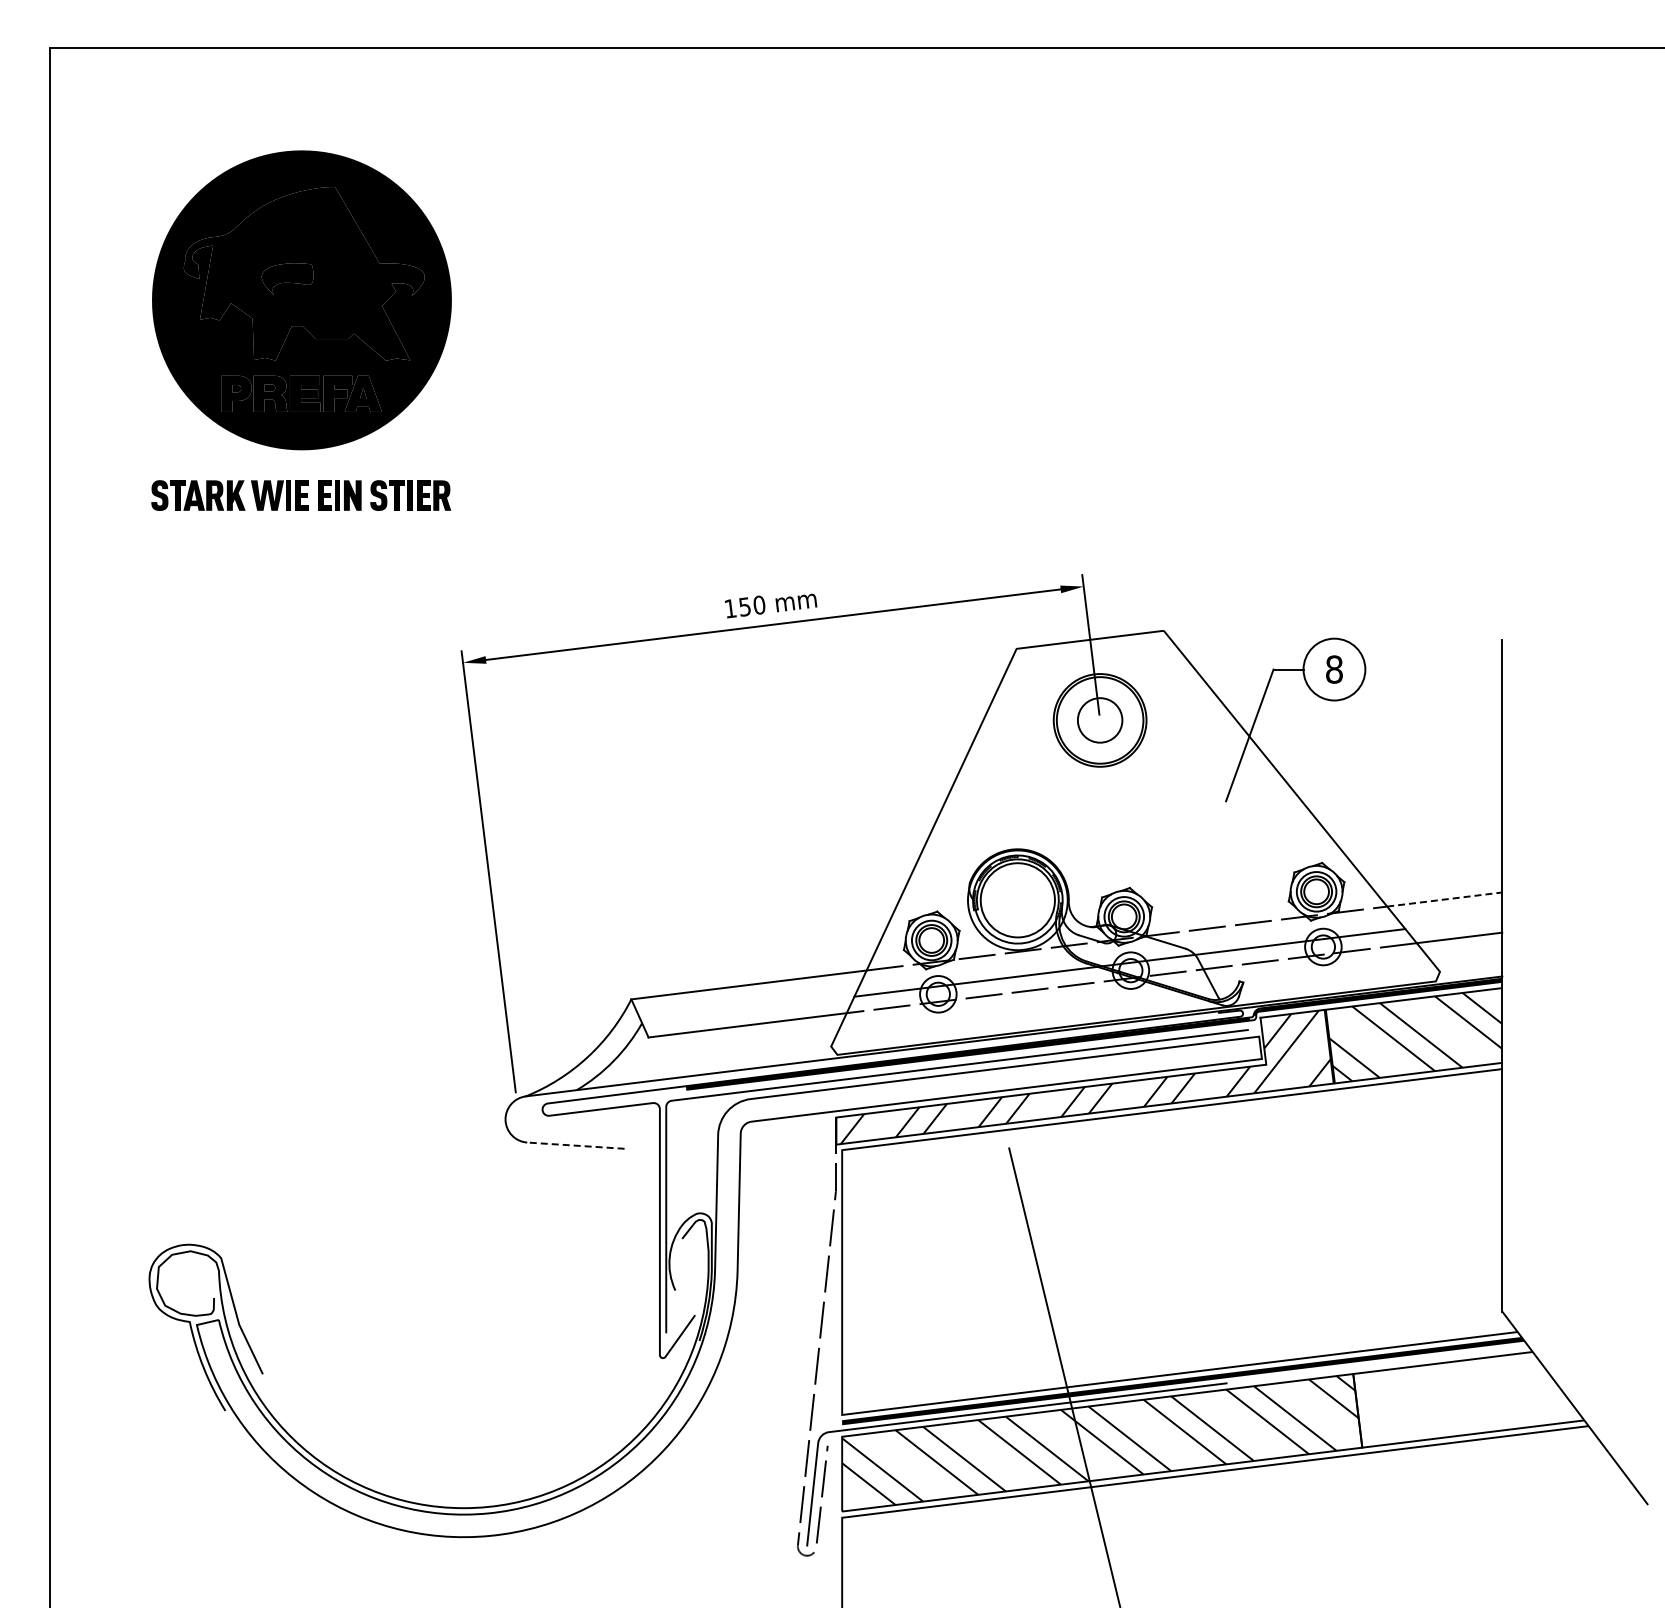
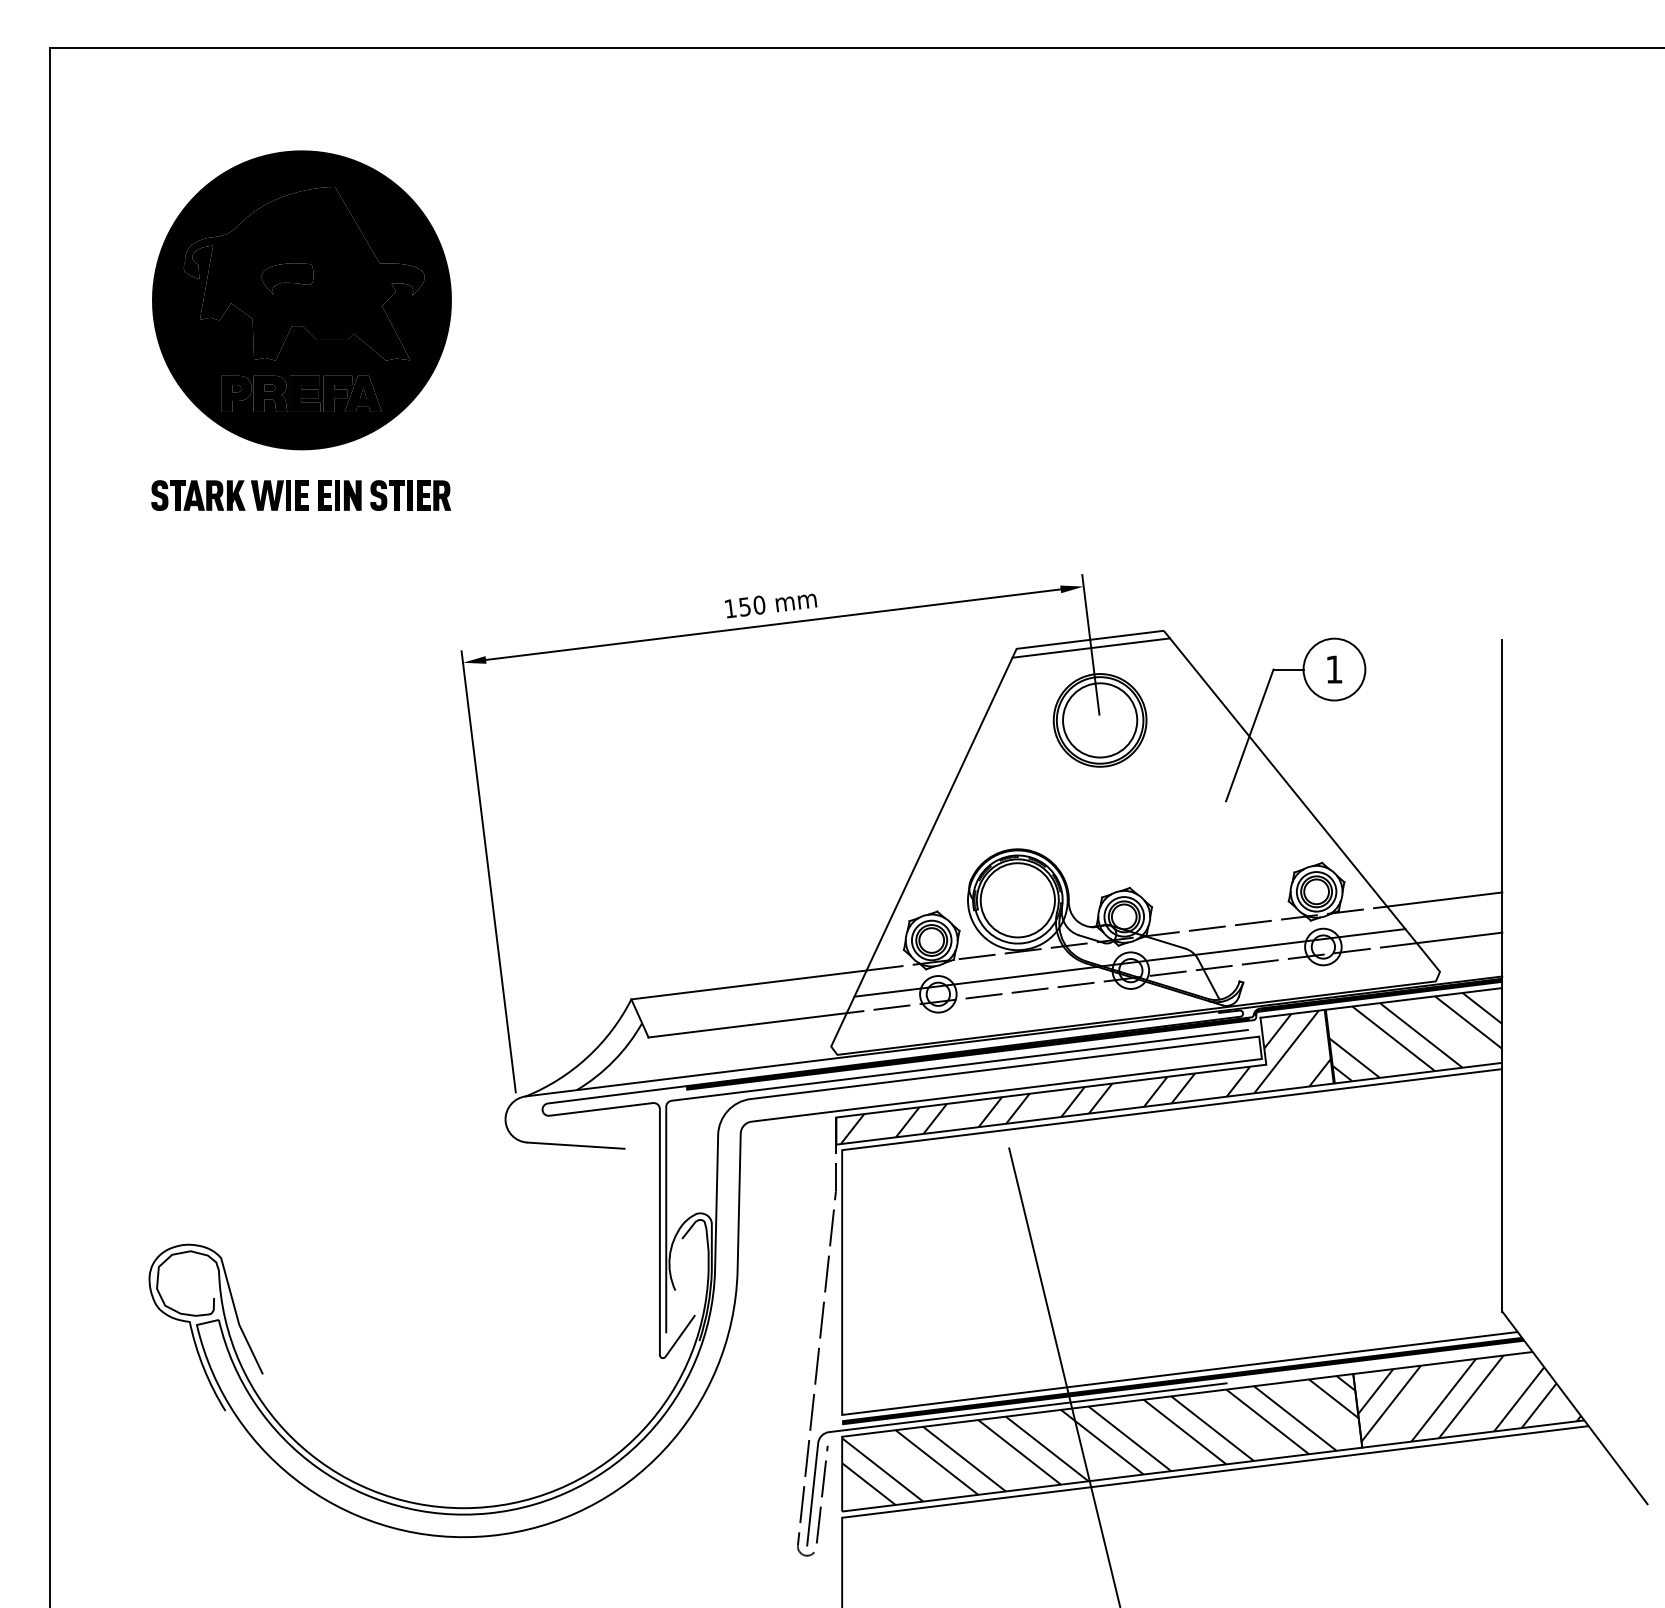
line at (1091, 647): none -> present
text at (1334, 669): 8 -> 1
circle at (1099, 720) diameter: 45 px -> 74 px
line at (1444, 899): dashed -> solid
line at (575, 1145): dashed -> solid
hatch at (1469, 1398): none -> present
